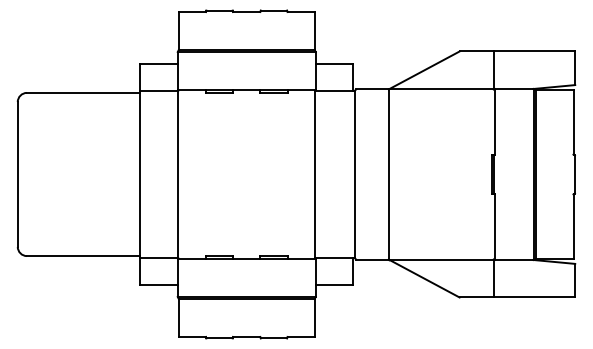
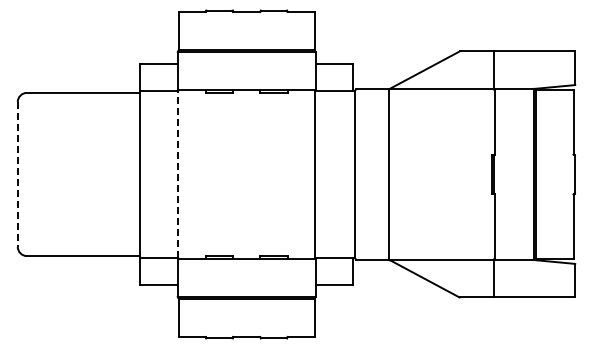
line at (17, 174): solid -> dashed
line at (178, 174): solid -> dashed
